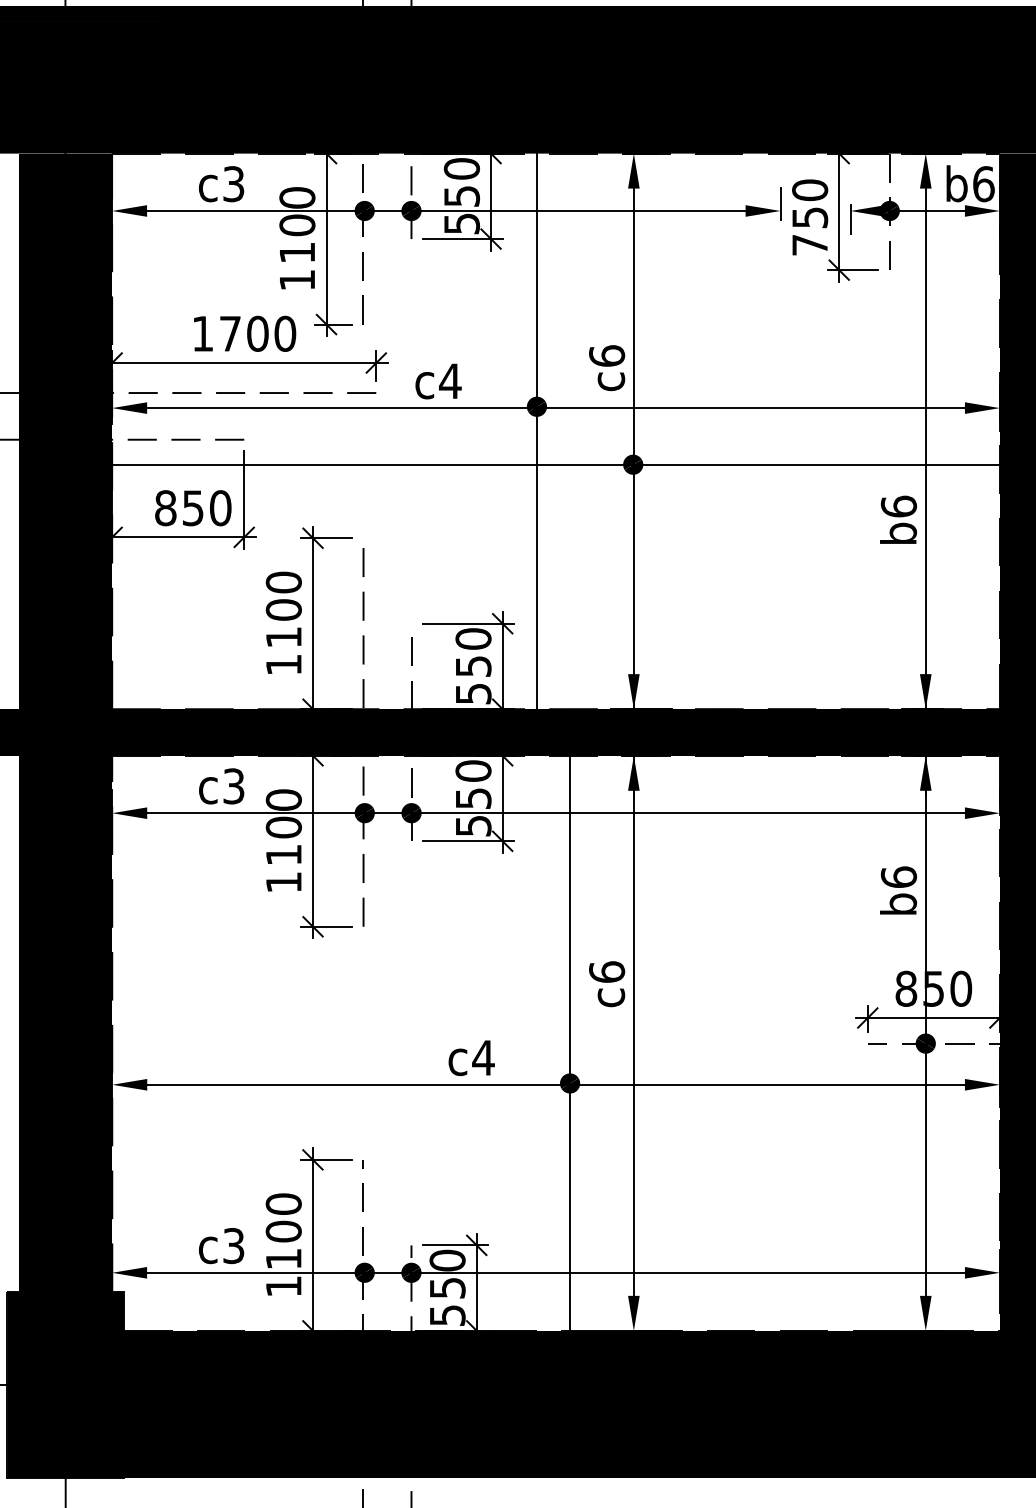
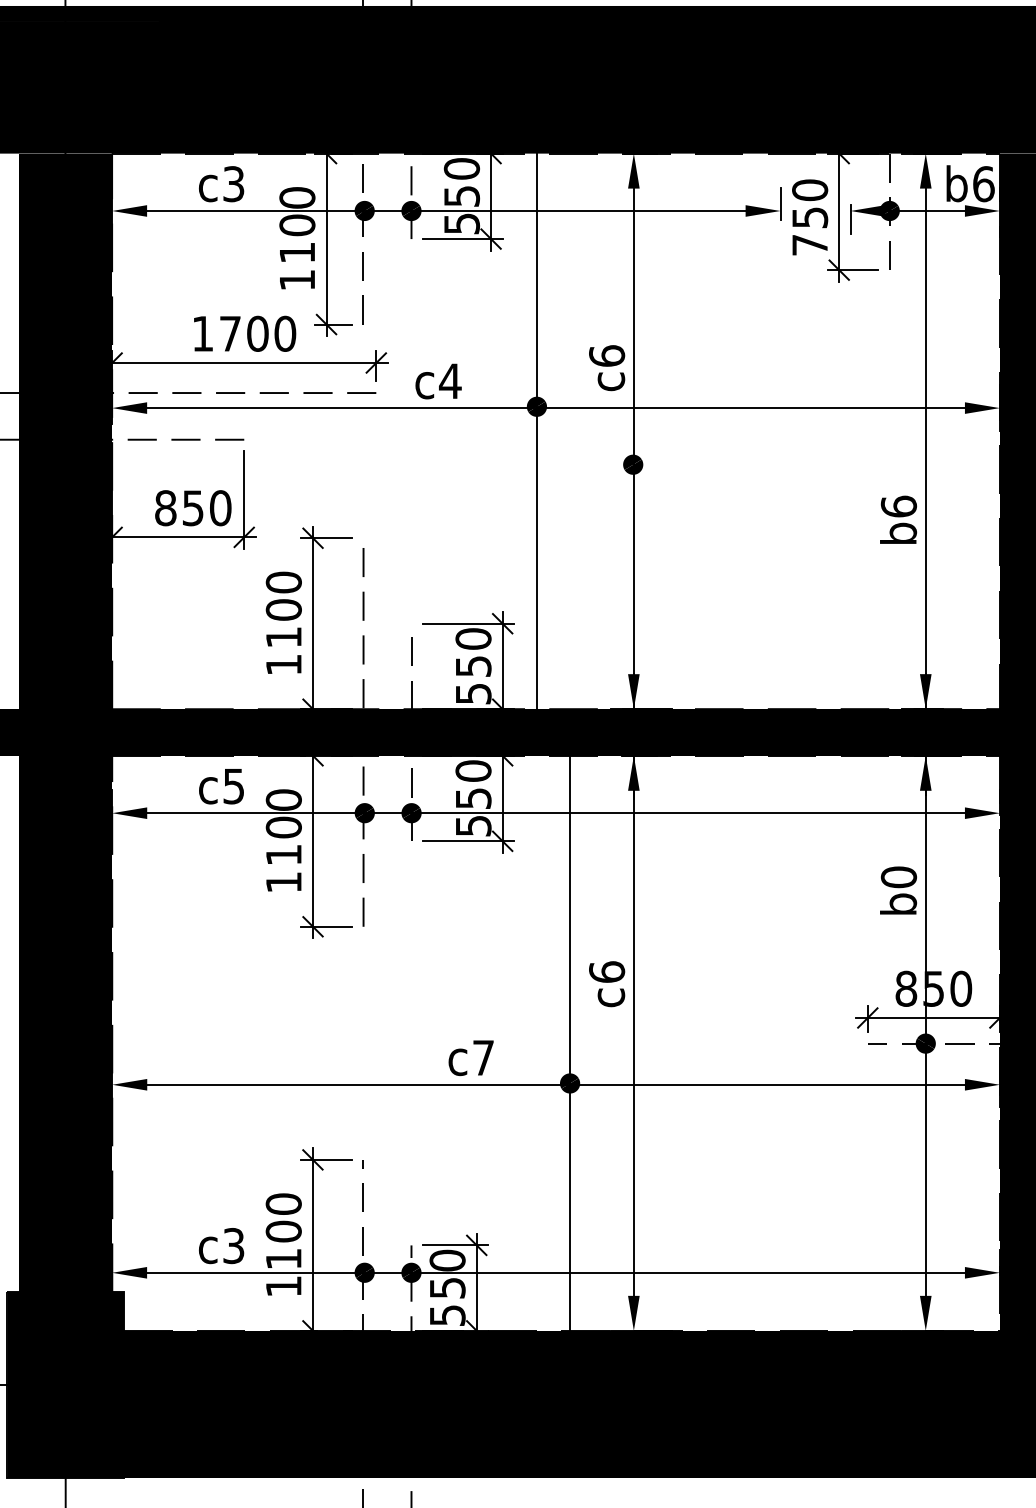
line at (529, 464): present -> none
text at (234, 785): c3 -> c5
text at (898, 877): b6 -> b0
text at (483, 1057): c4 -> c7
